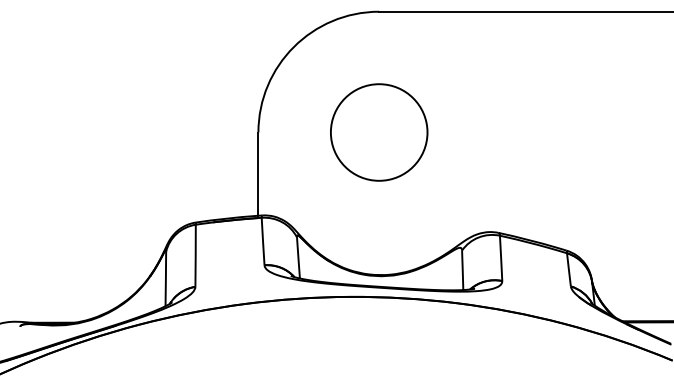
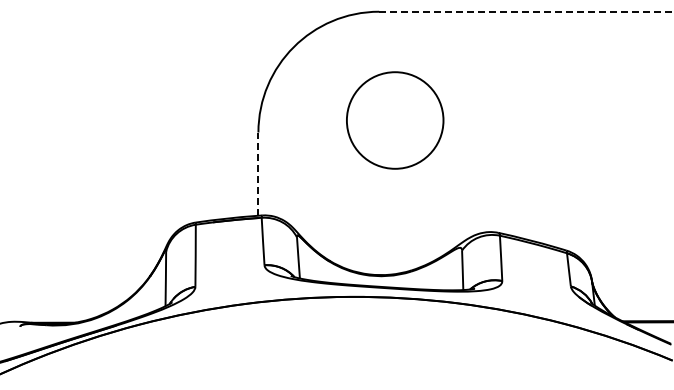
line at (526, 11): solid -> dashed
circle at (379, 132) position: (379, 132) -> (395, 120)
line at (258, 174): solid -> dashed
